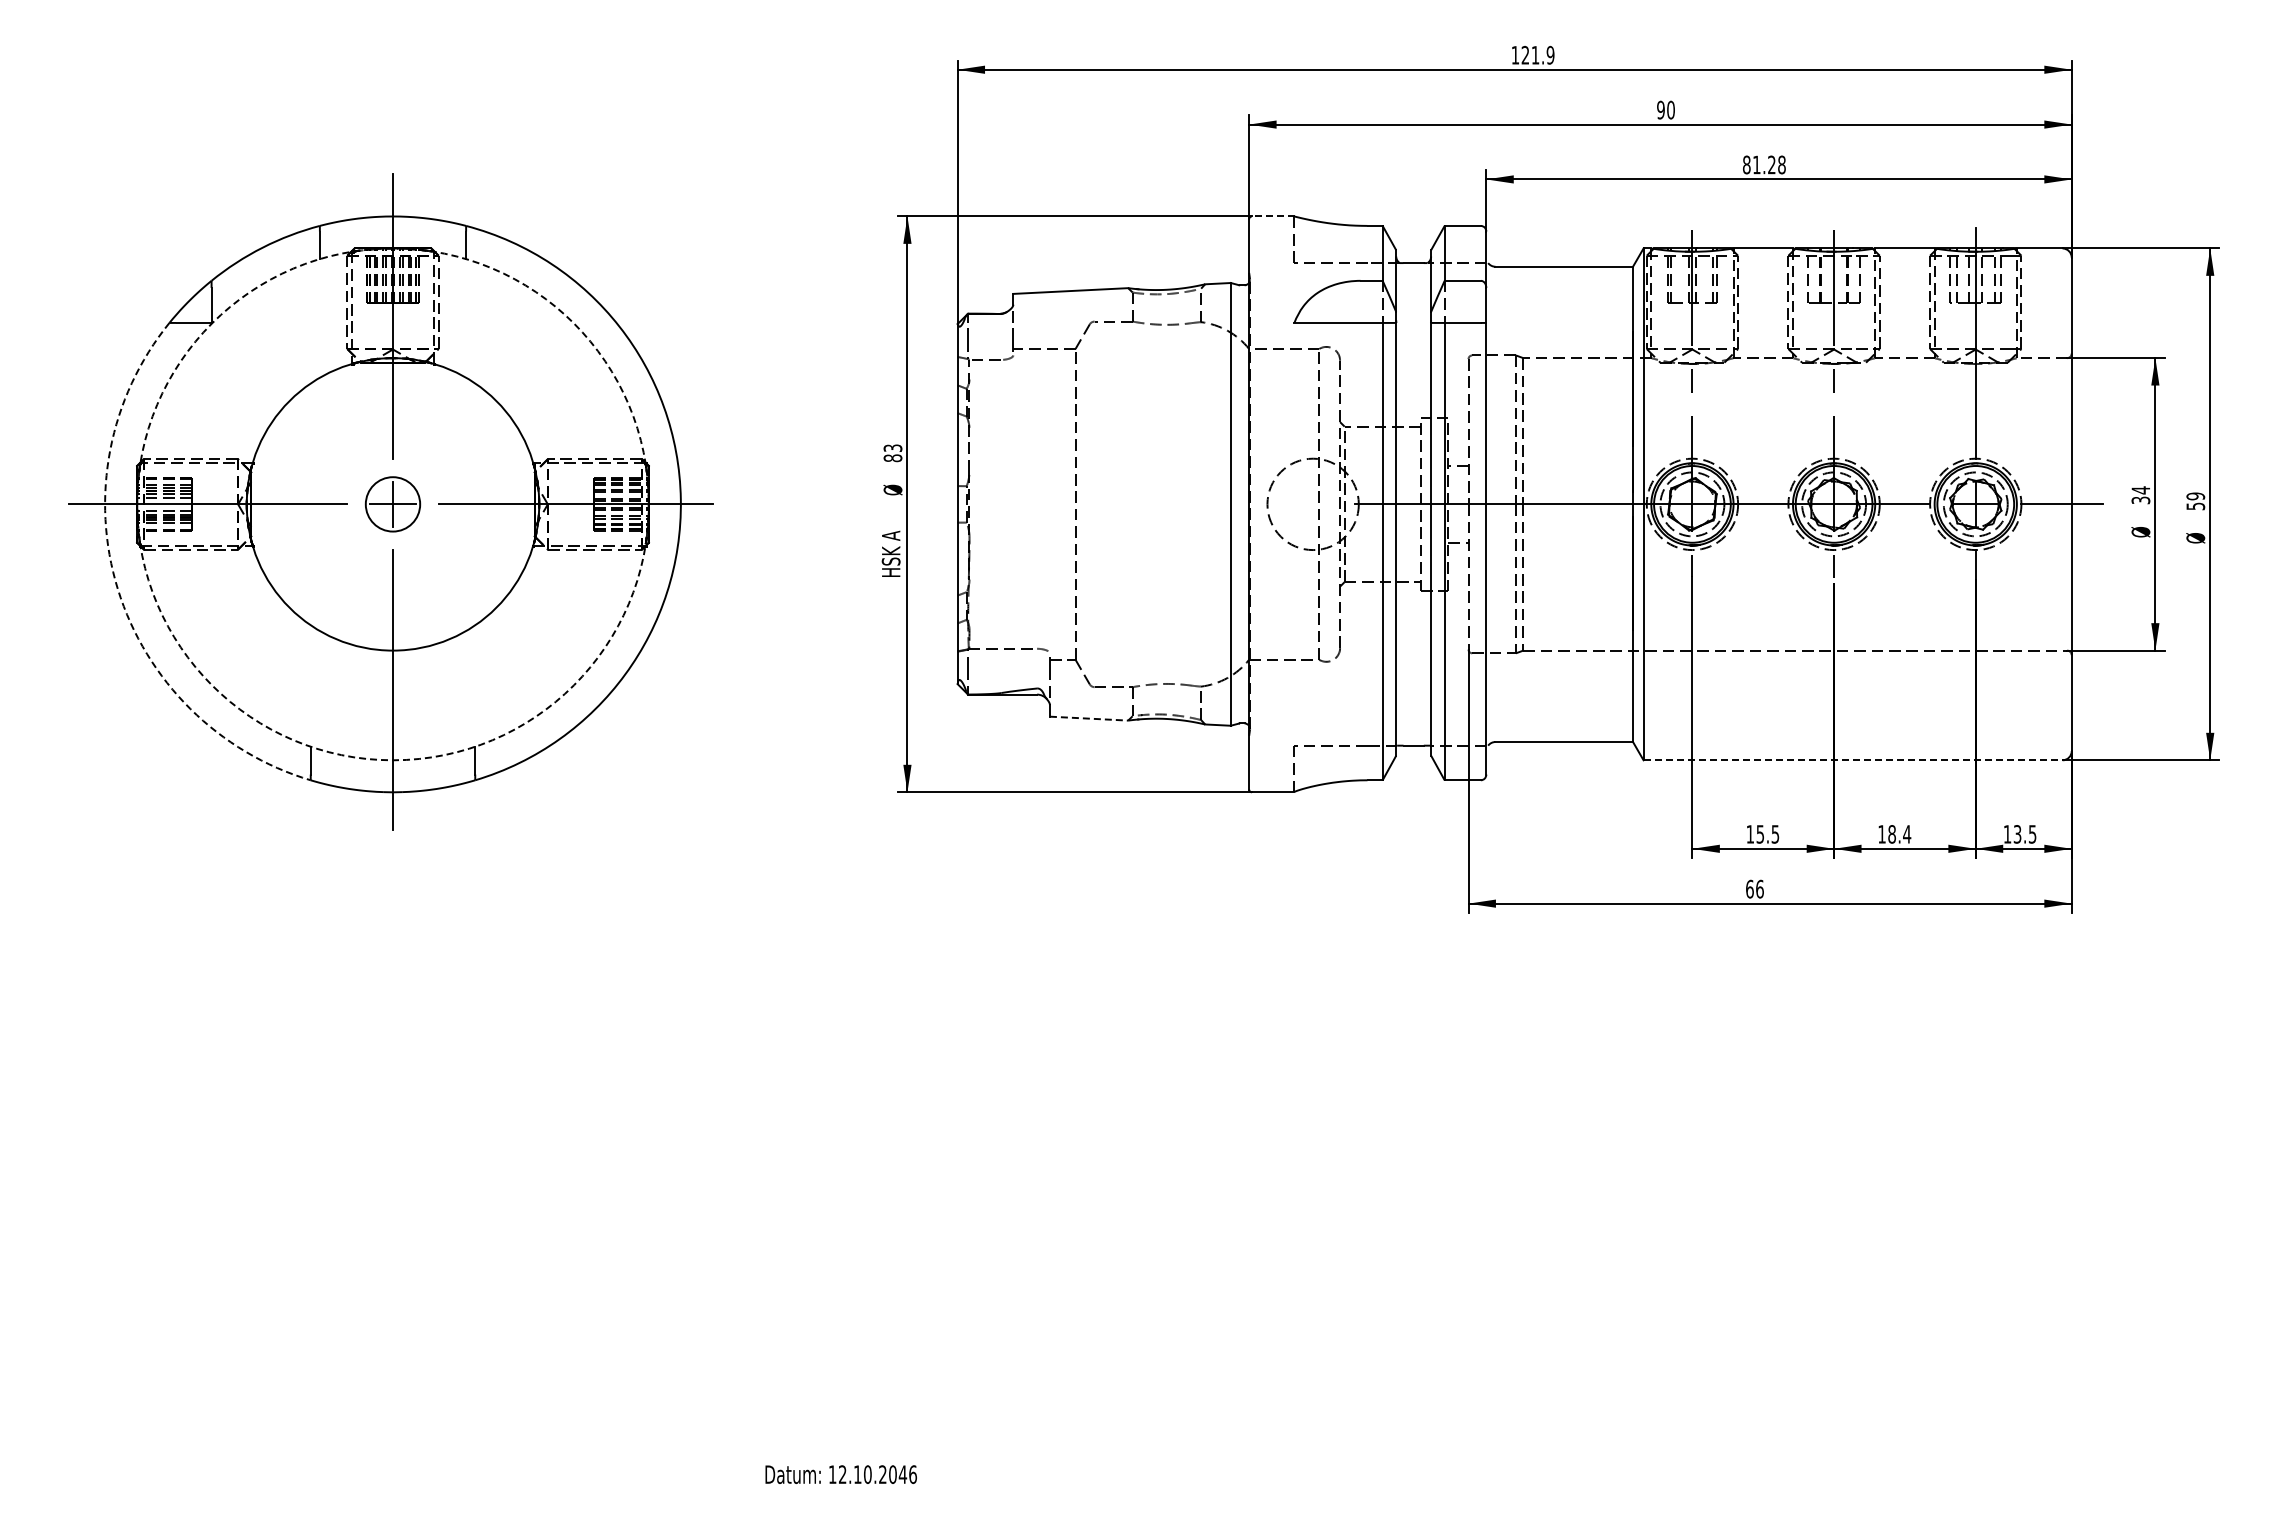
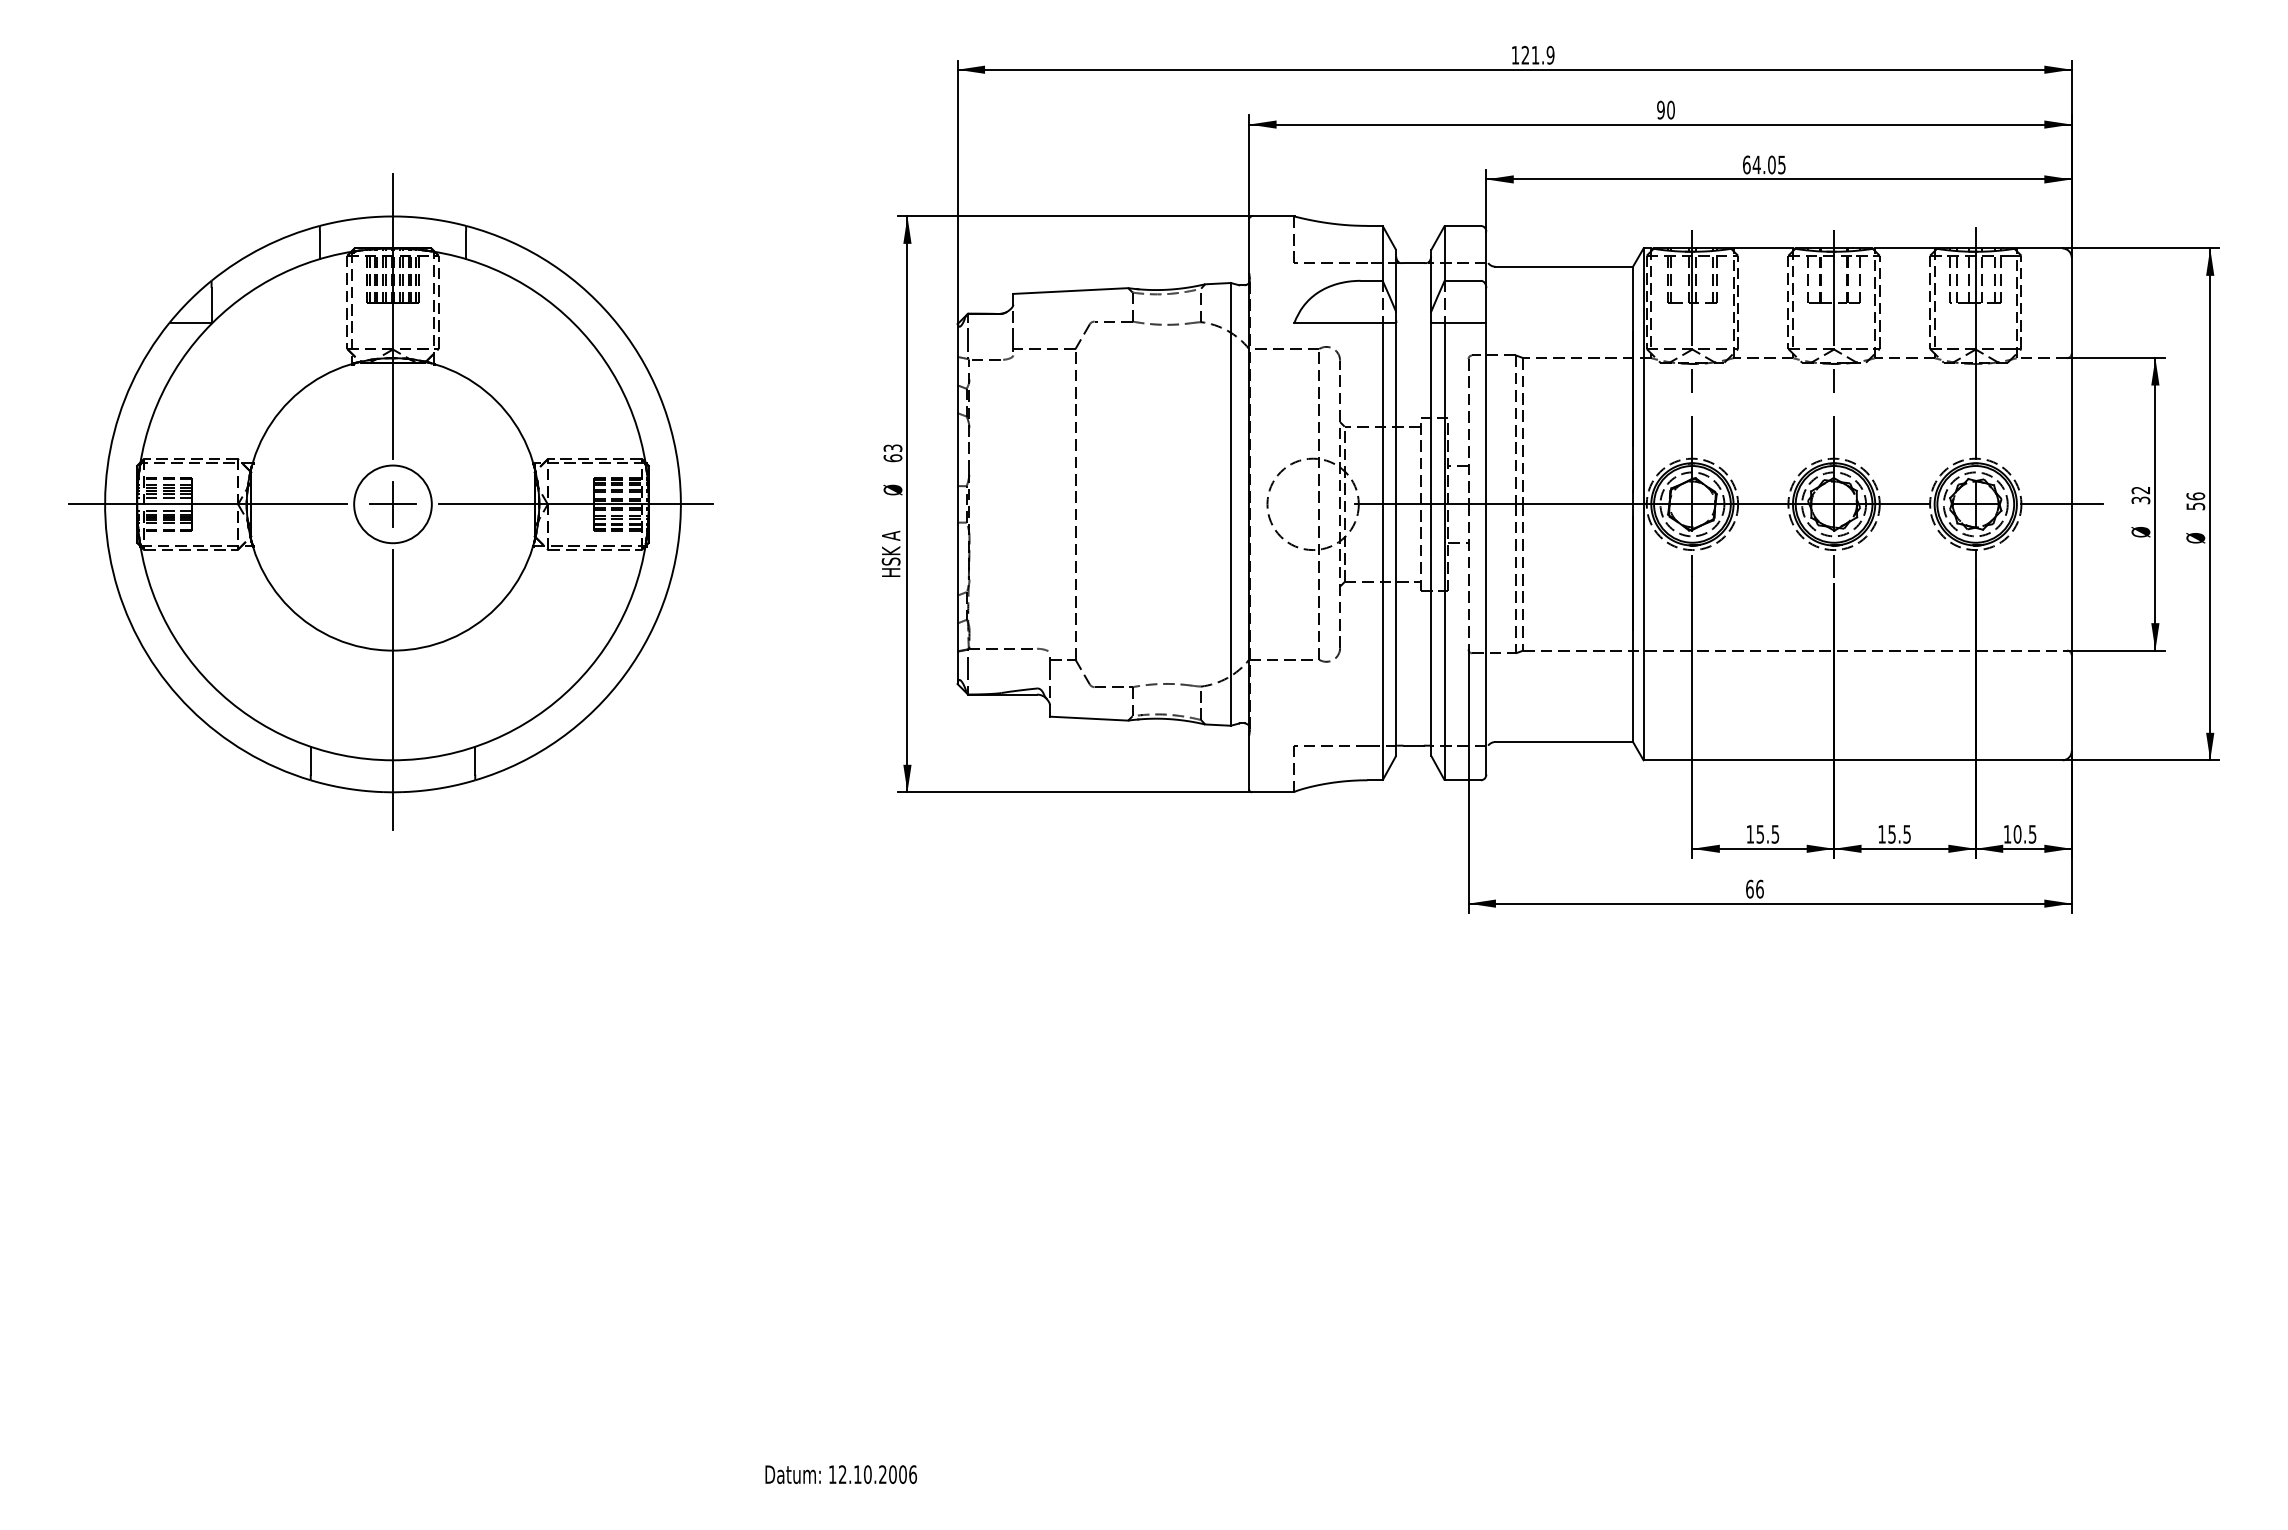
text at (1764, 164): 81.28 -> 64.05
line at (1272, 216): dashed -> solid
text at (892, 458): 83 -> 63
text at (2140, 490): 34 -> 32
text at (2195, 496): 59 -> 56
circle at (392, 504) diameter: 54 px -> 78 px
circle at (392, 504): dashed -> solid
arc at (117, 589): dashed -> solid
line at (1089, 718): dashed -> solid
line at (1853, 760): dashed -> solid
text at (1899, 834): 18.4 -> 15.5
text at (2017, 834): 13.5 -> 10.5
text at (902, 1474): 12.10.2046 -> 12.10.2006
